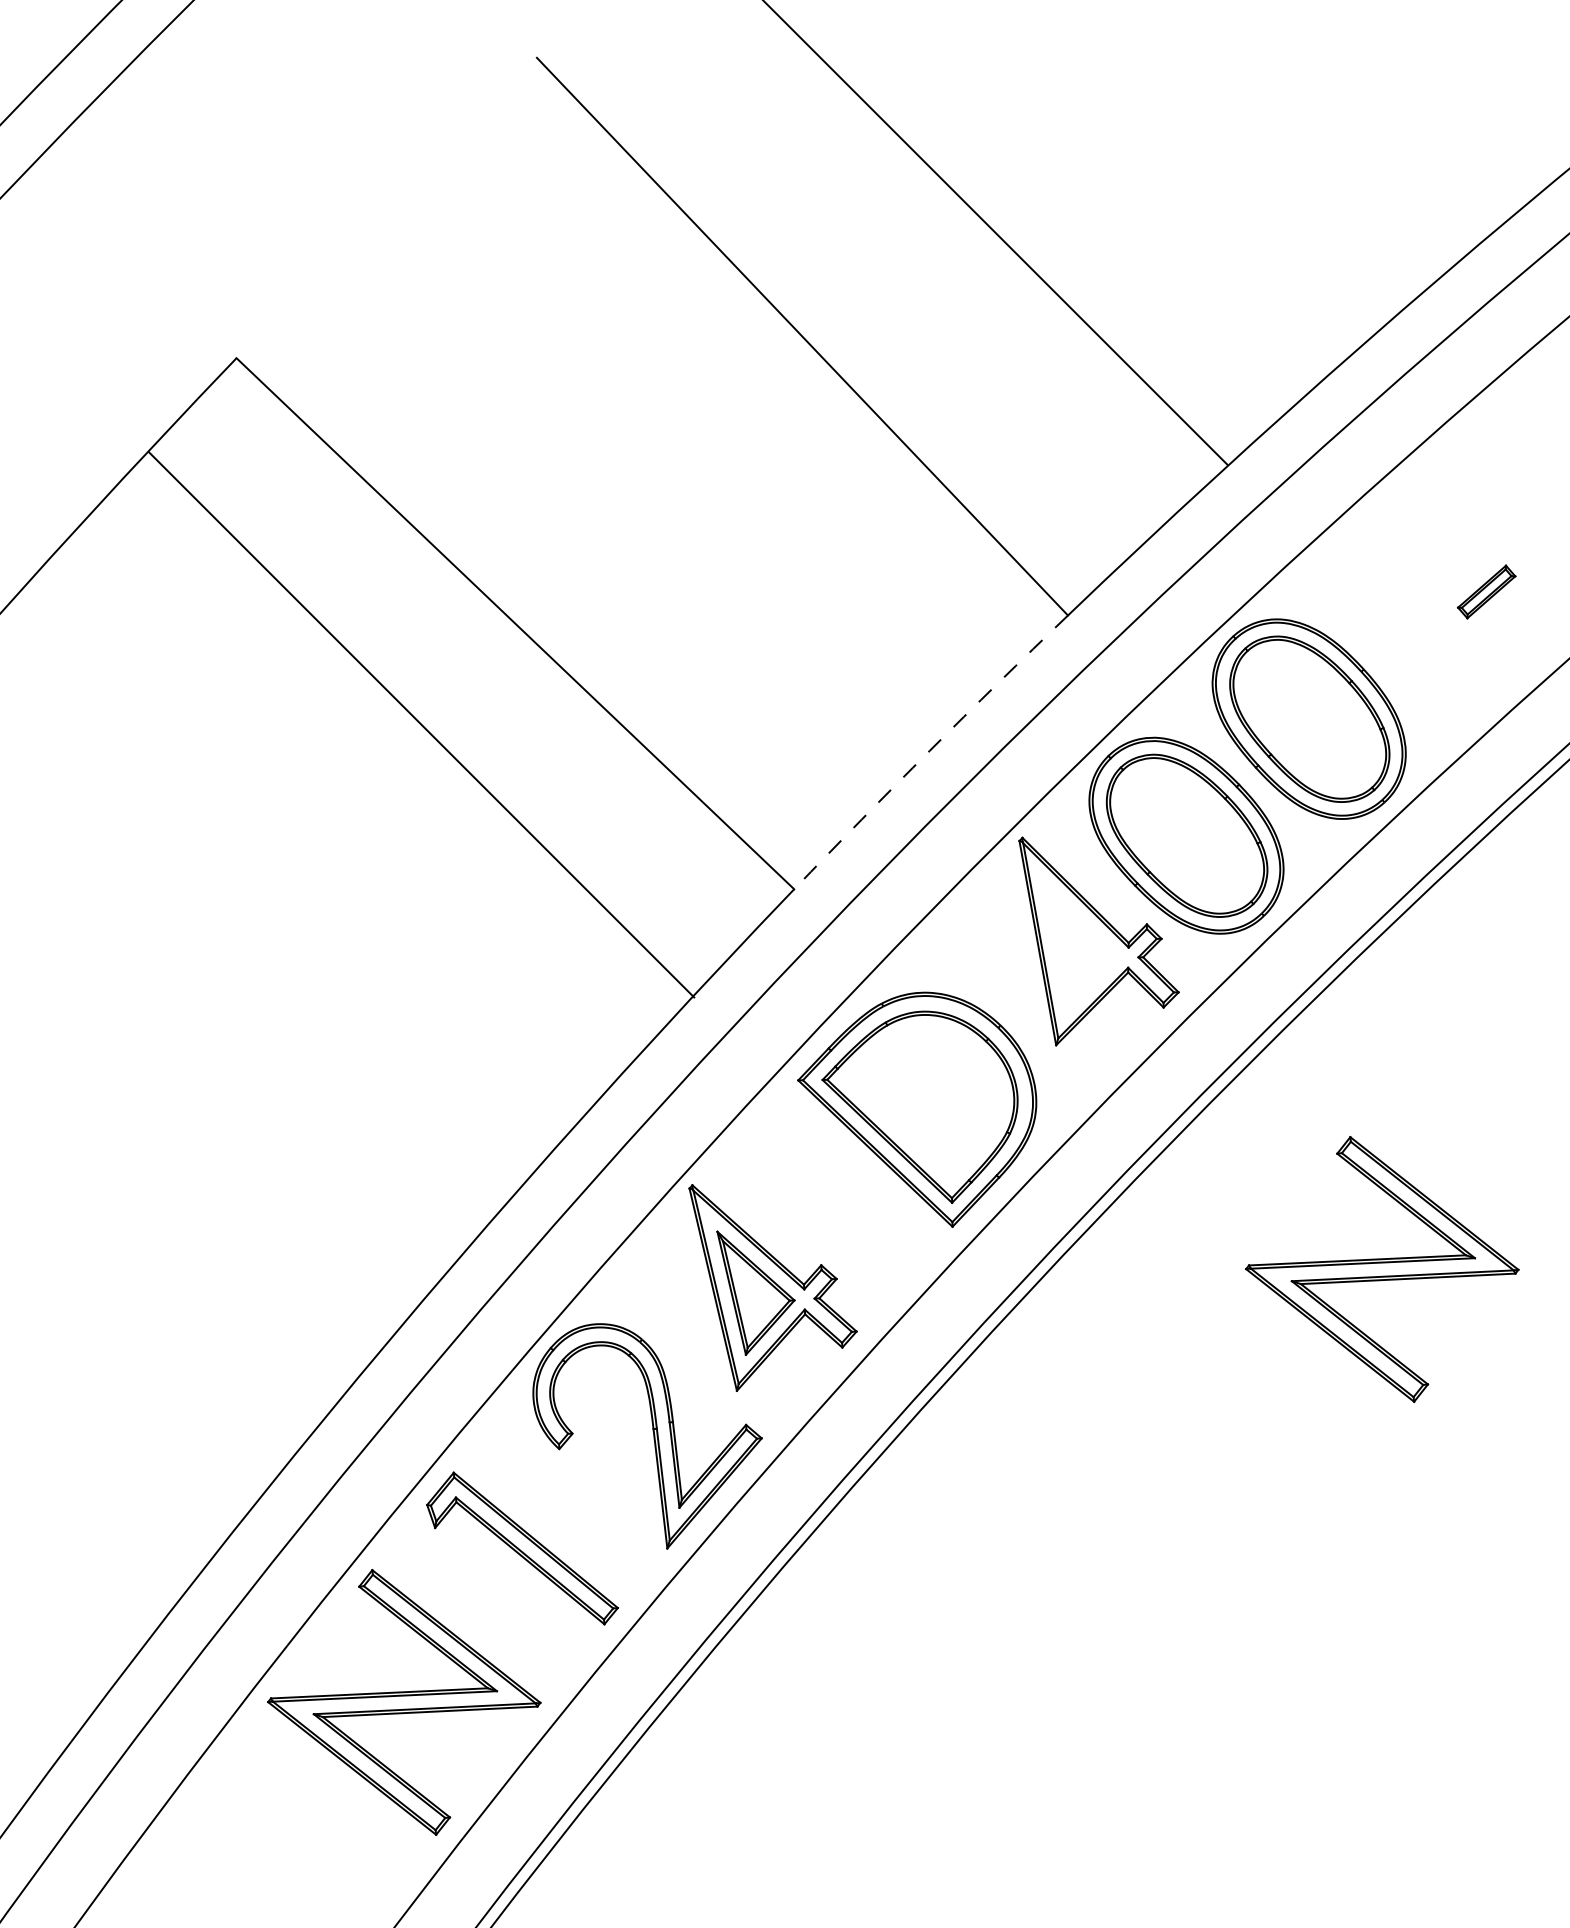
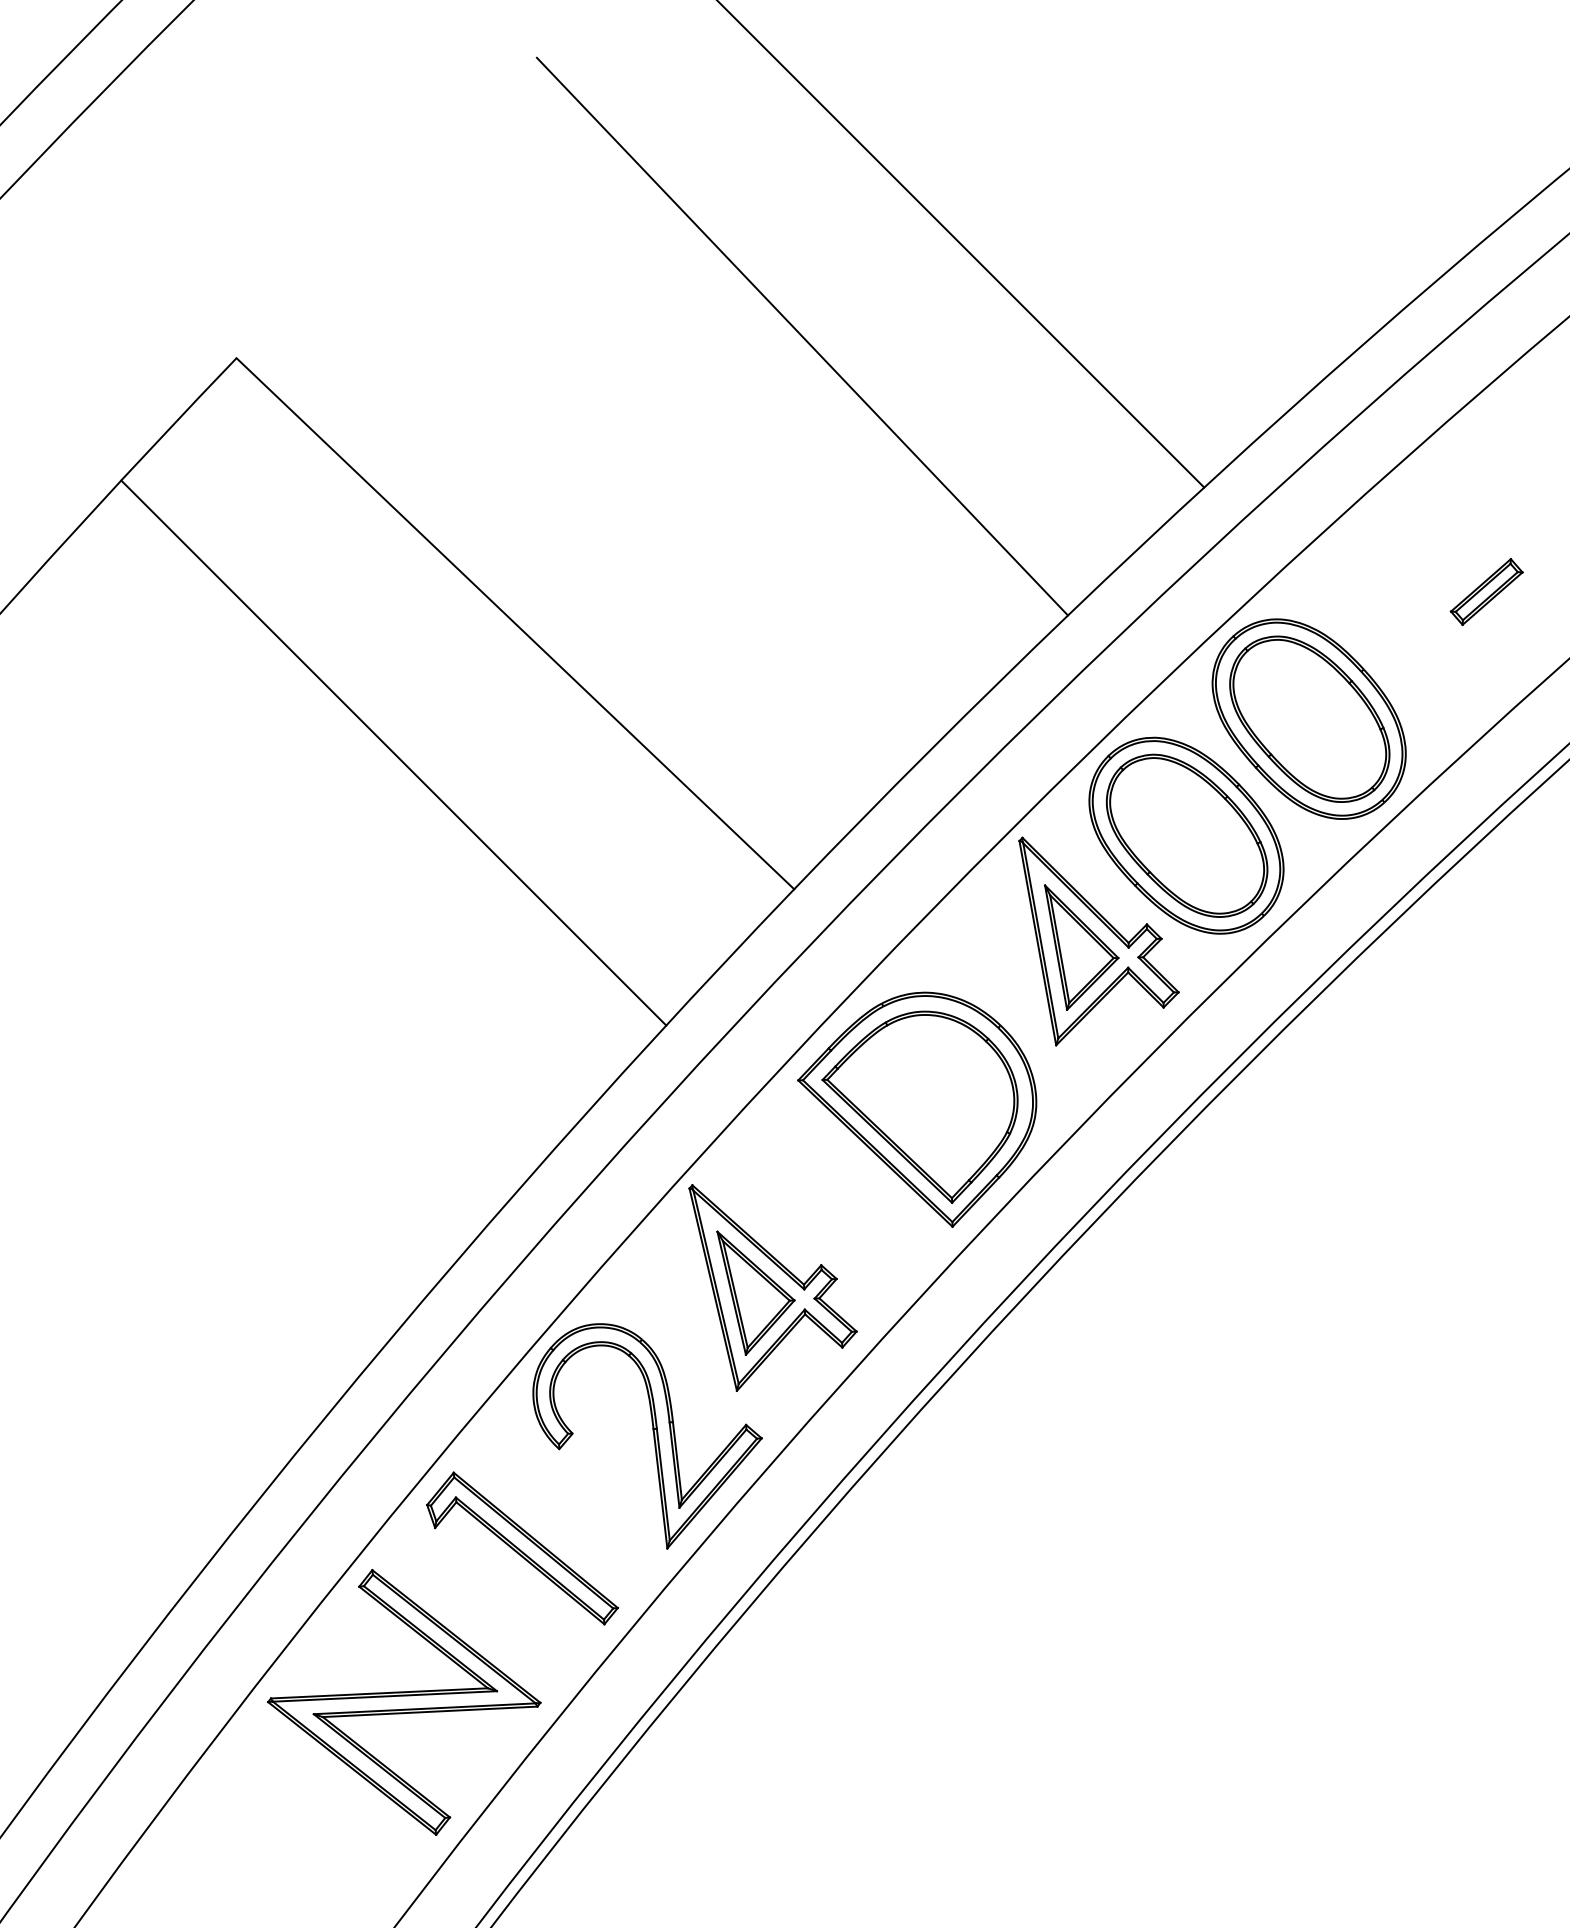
line at (996, 233) position: (996, 233) -> (961, 244)
part at (1486, 591) size: 60x56 px -> 75x68 px
line at (421, 724) position: (421, 724) -> (393, 752)
arc at (929, 750): dashed -> solid
part at (1081, 947): none -> present
part at (1382, 1269): present -> none
